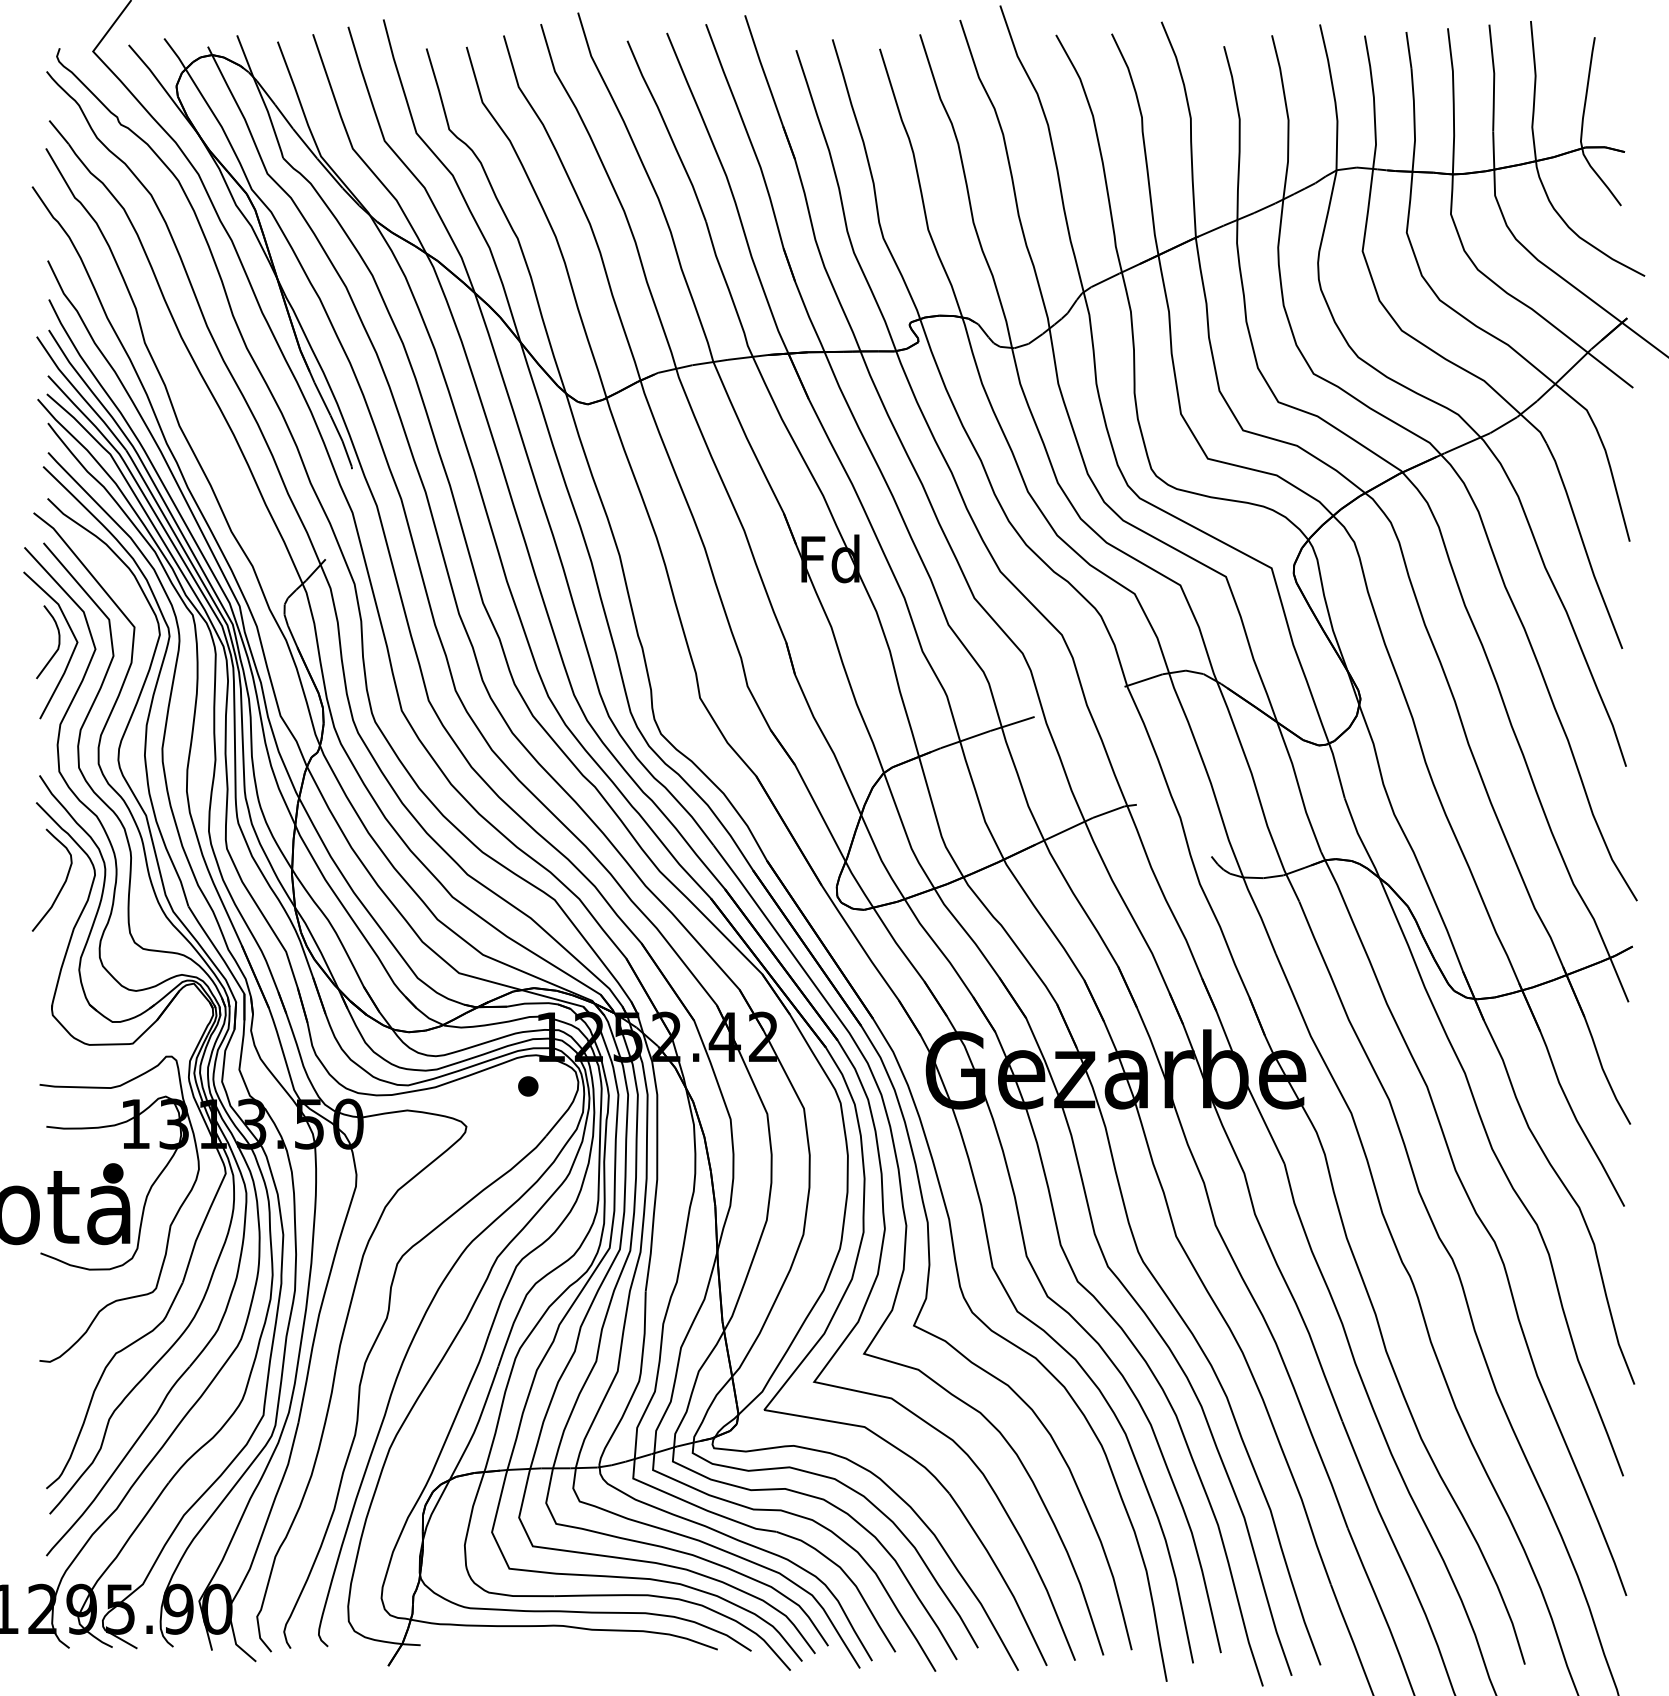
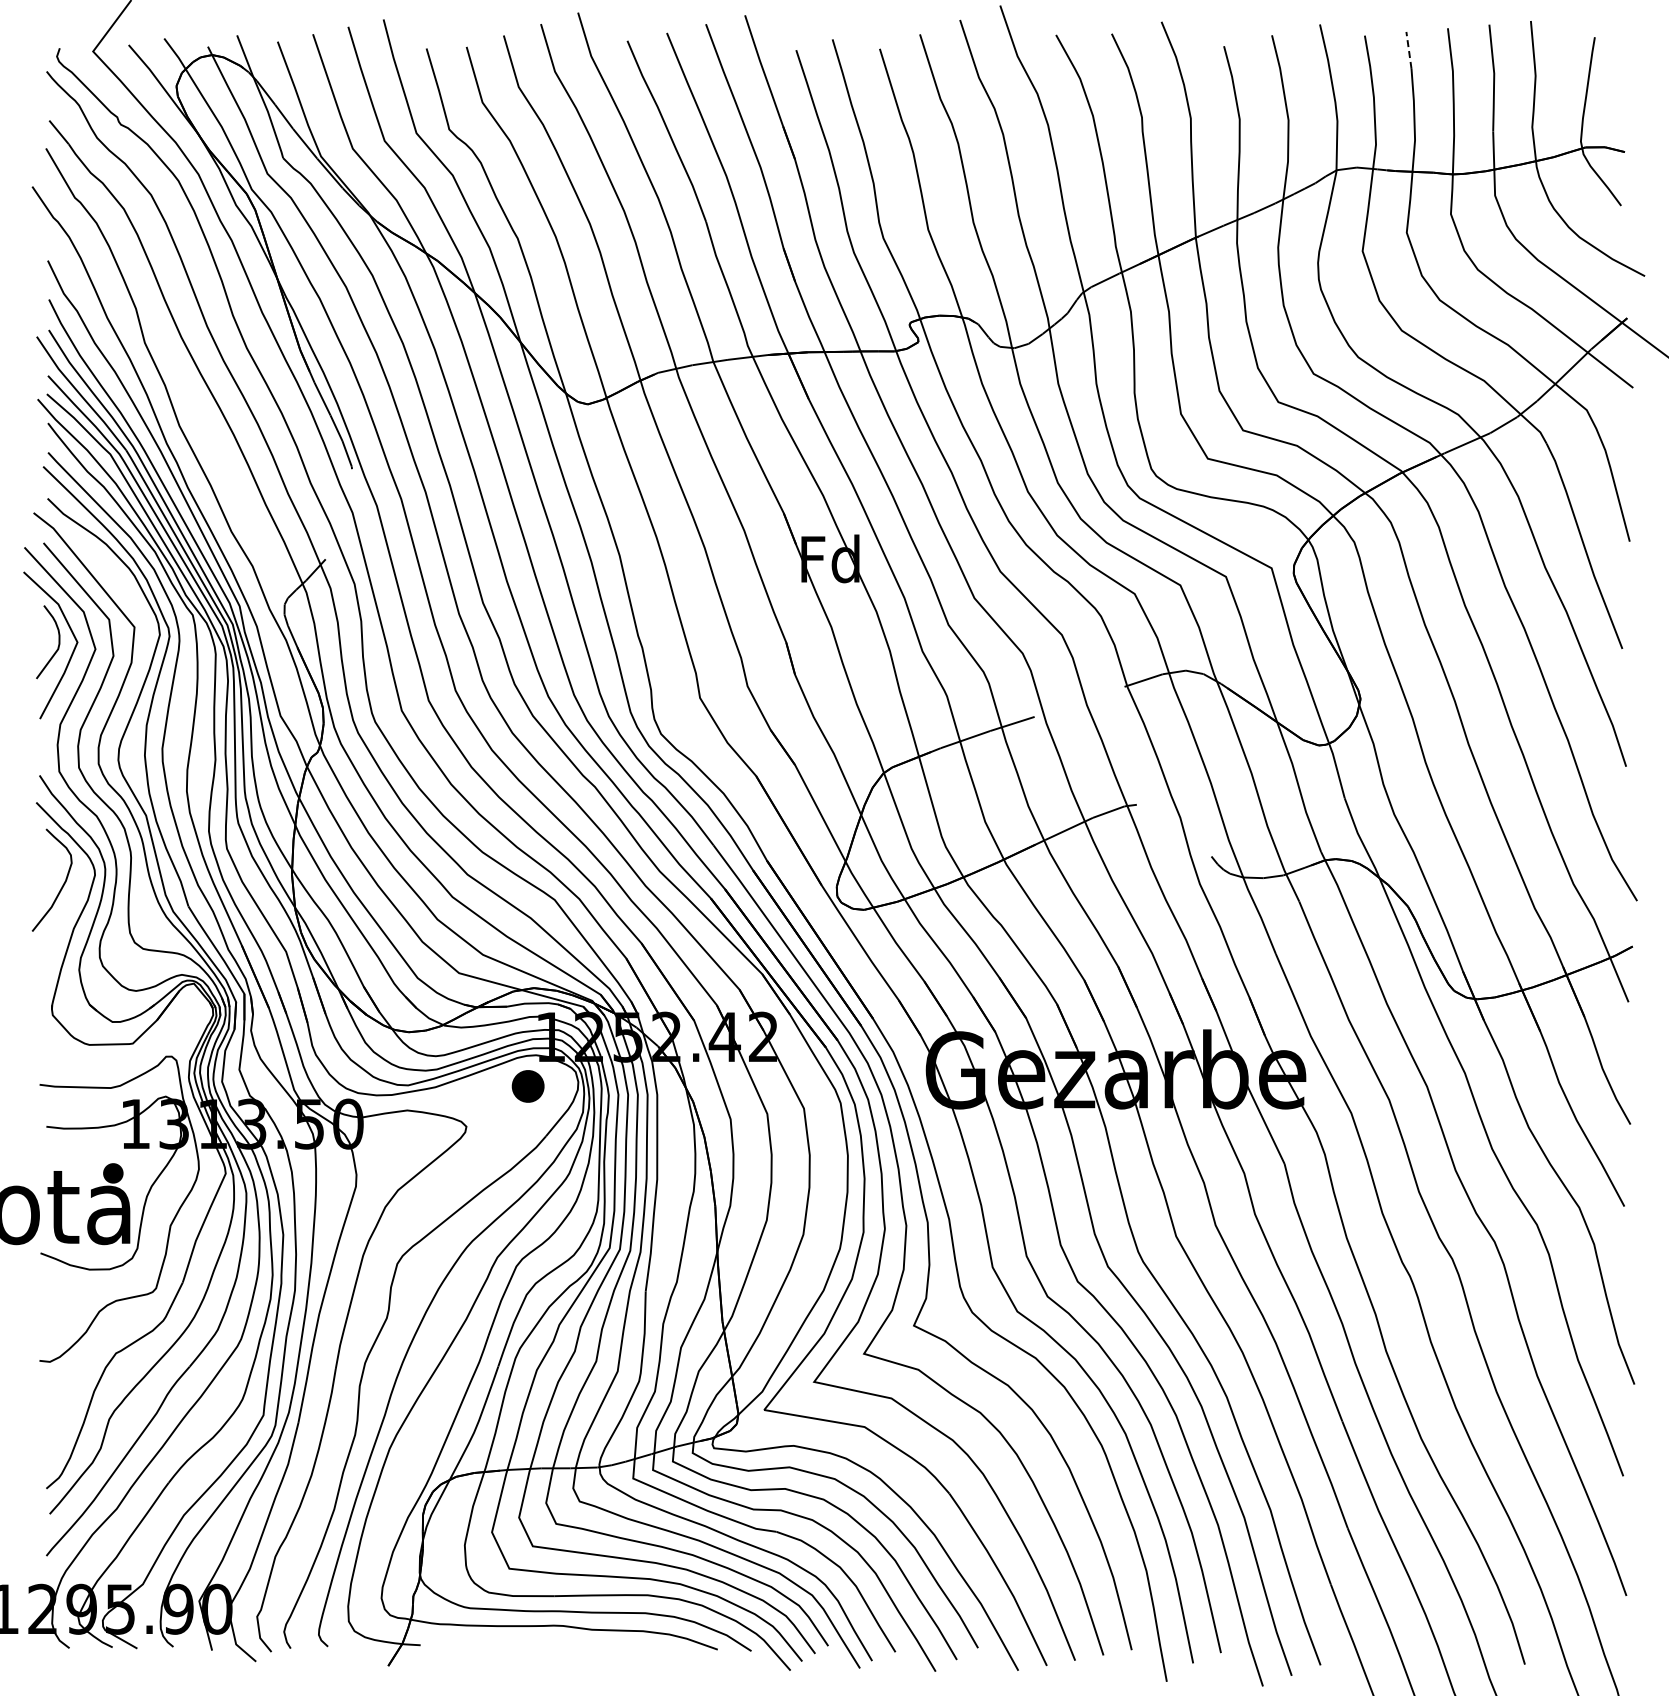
line at (1408, 50): solid -> dashed
part at (528, 1086) size: 21x21 px -> 34x33 px
